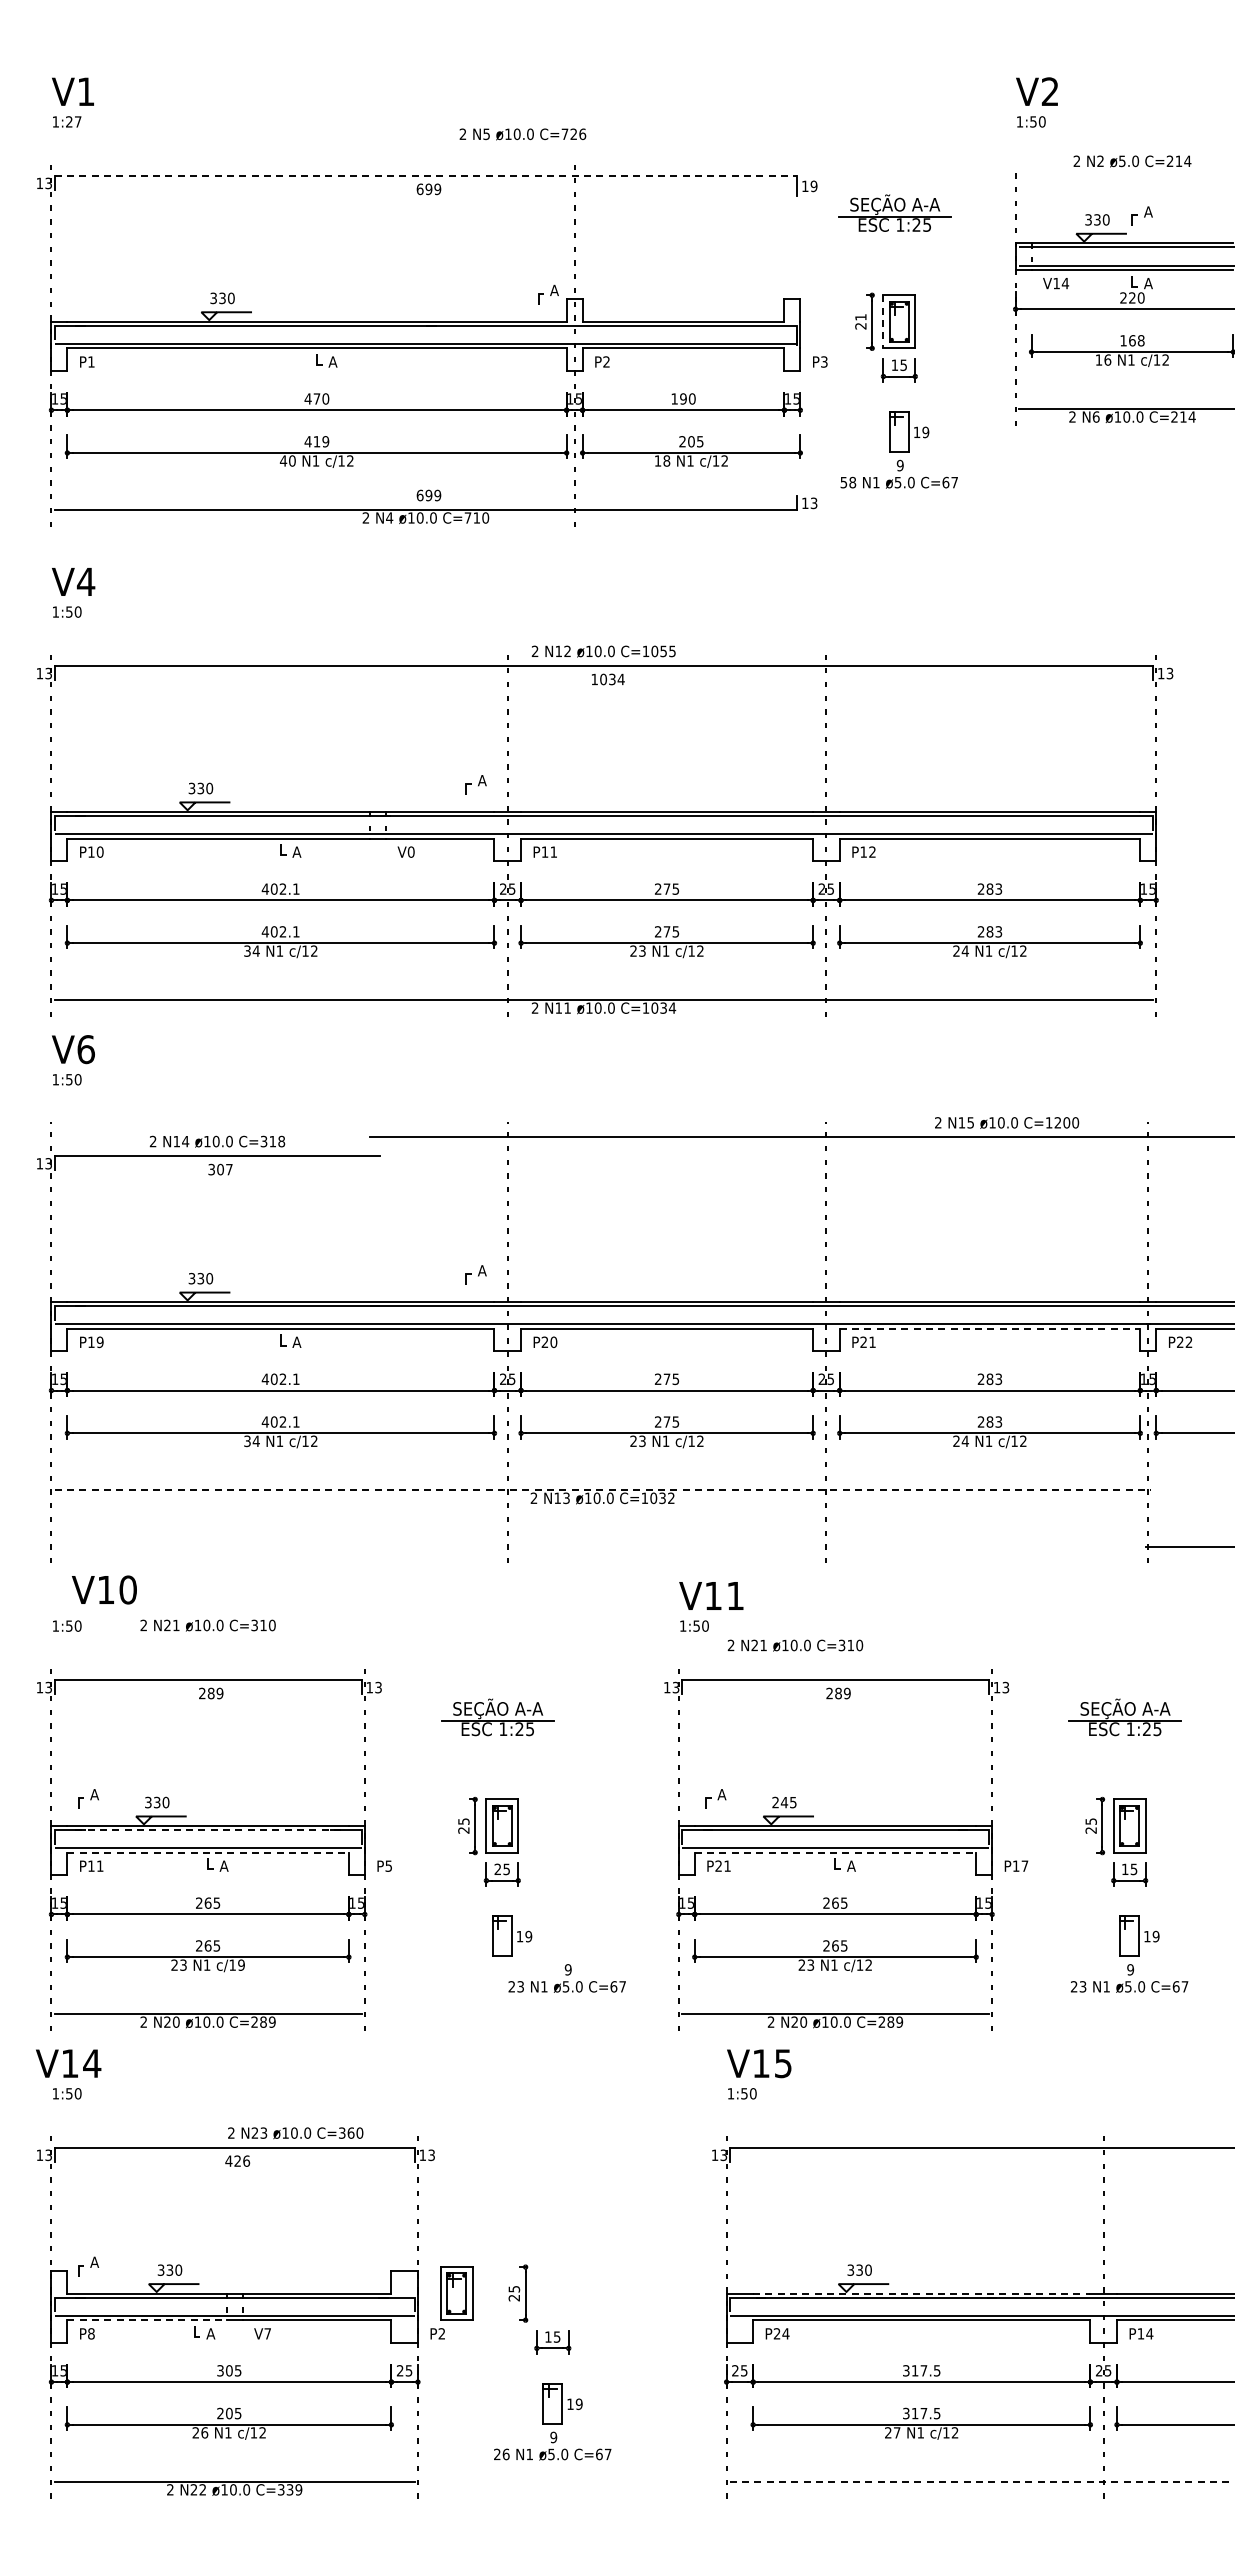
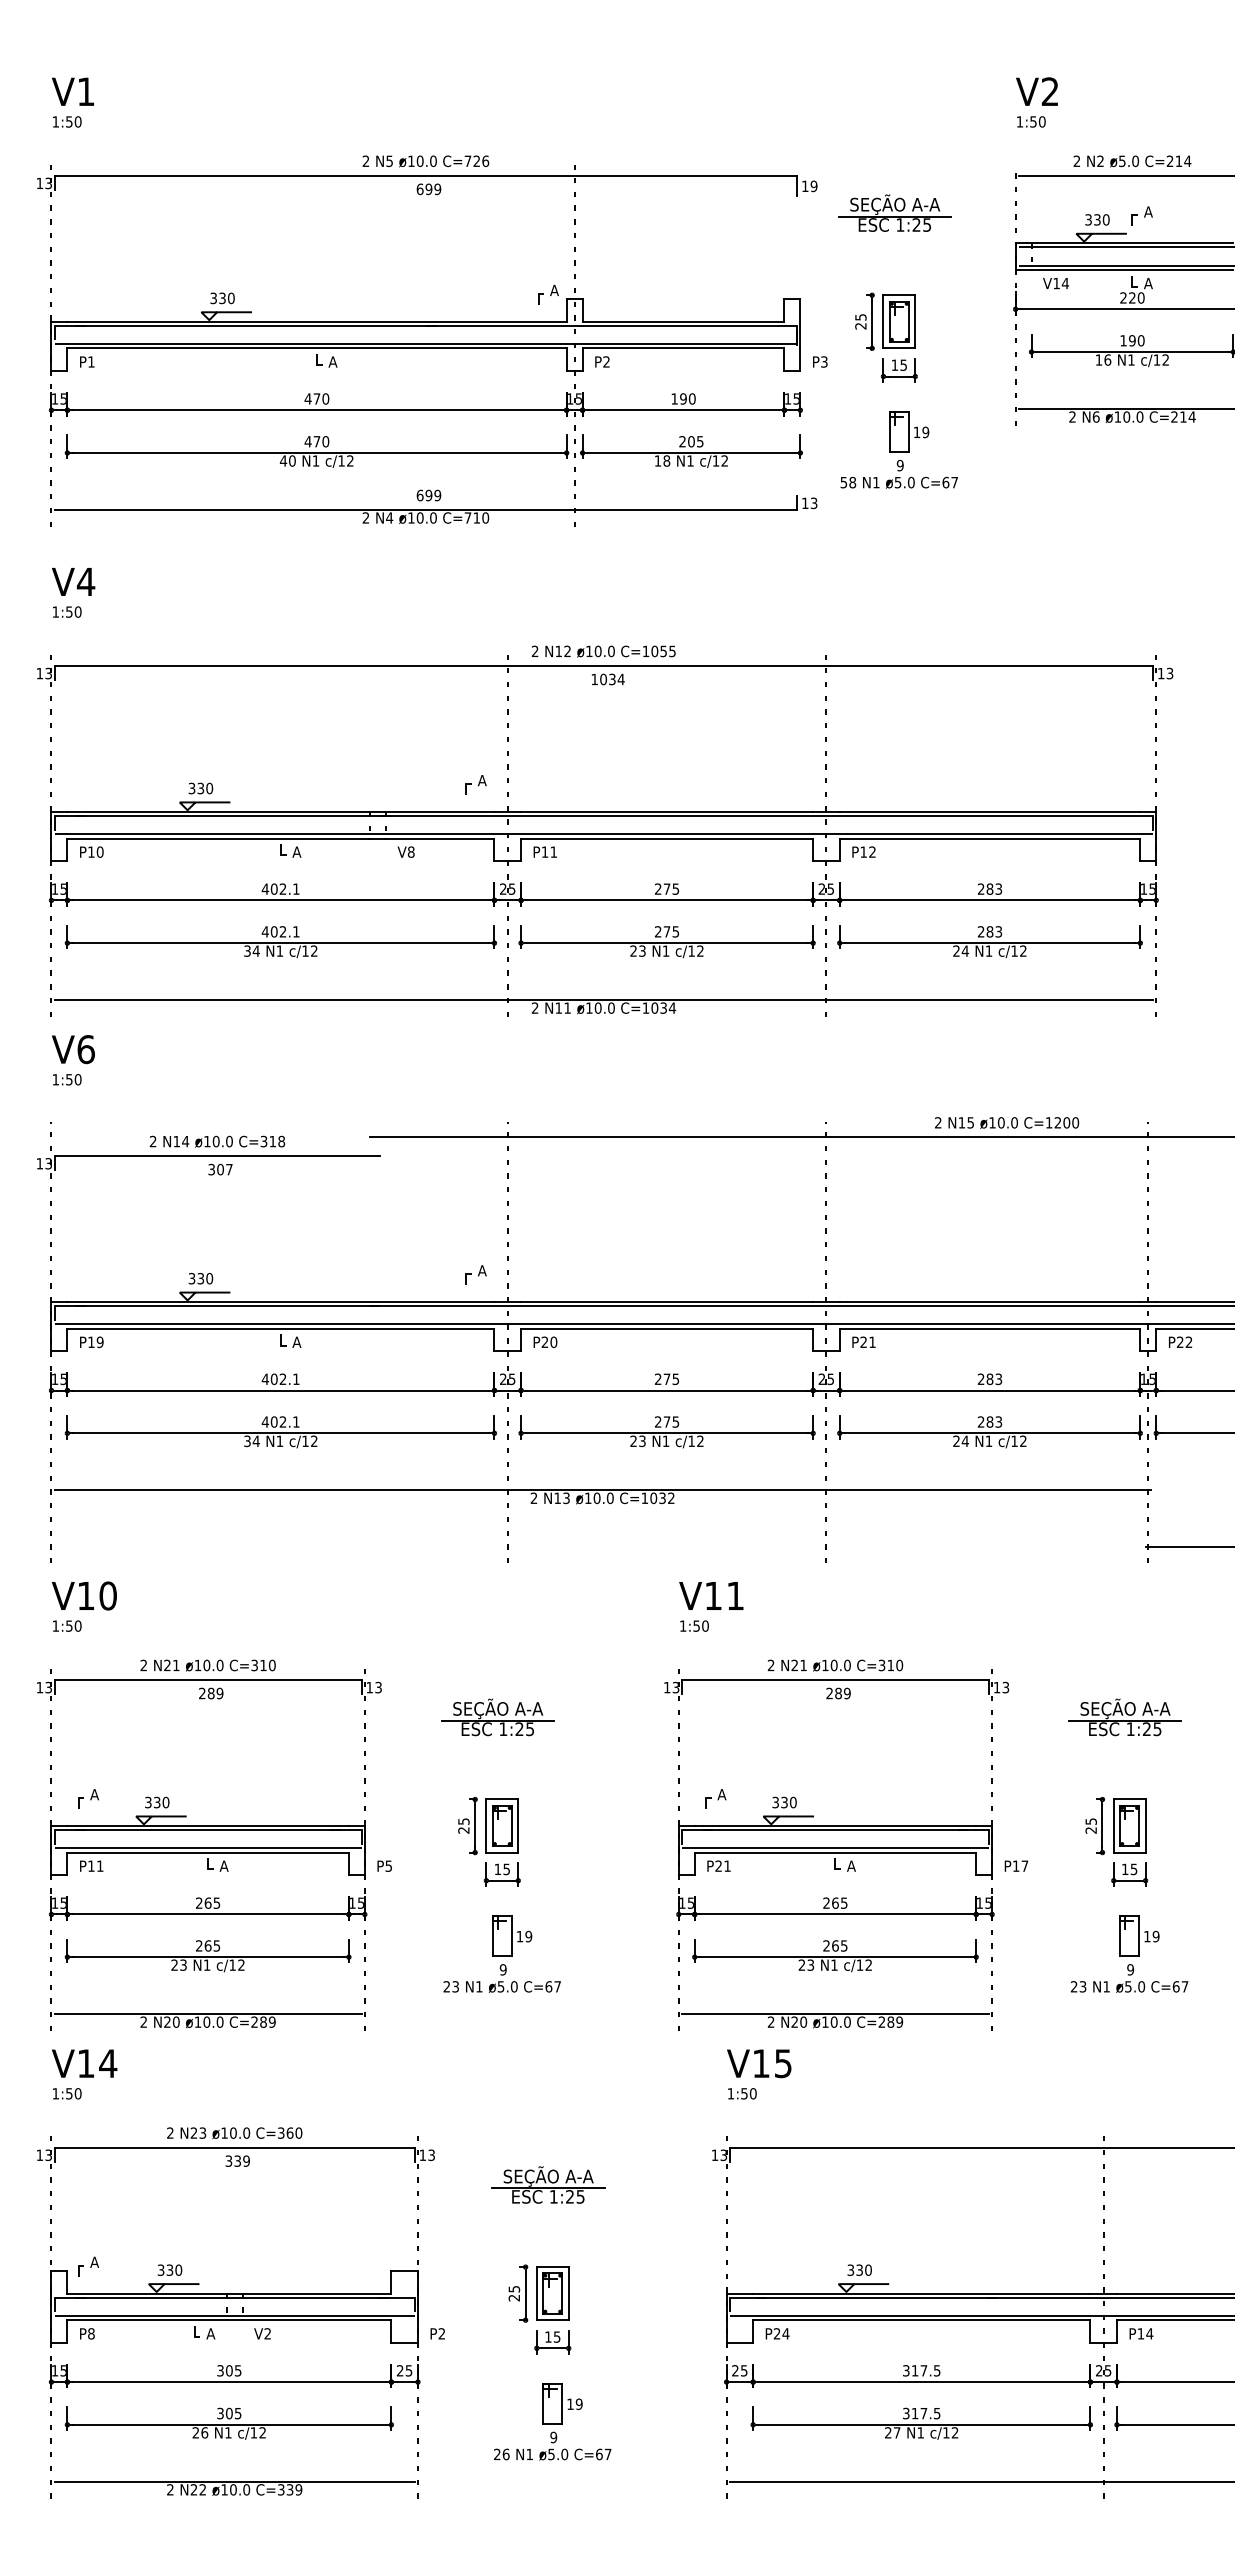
text at (73, 121): 1:27 -> 1:50
text at (522, 134) position: (522, 134) -> (425, 161)
line at (426, 175): dashed -> solid
line at (1124, 175): none -> present
text at (860, 317): 21 -> 25
line at (883, 321): dashed -> solid
text at (1136, 340): 168 -> 190
text at (321, 441): 419 -> 470
text at (410, 851): V0 -> V8
line at (990, 1328): dashed -> solid
line at (603, 1490): dashed -> solid
text at (104, 1589) position: (104, 1589) -> (84, 1595)
text at (207, 1625) position: (207, 1625) -> (207, 1665)
text at (795, 1645) position: (795, 1645) -> (835, 1665)
text at (784, 1802): 245 -> 330
line at (208, 1830): dashed -> solid
line at (208, 1852): dashed -> solid
line at (835, 1852): dashed -> solid
text at (497, 1868): 25 -> 15
text at (241, 1964): c/19 -> c/12
text at (566, 1978) position: (566, 1978) -> (501, 1978)
text at (68, 2063) position: (68, 2063) -> (84, 2063)
text at (295, 2133) position: (295, 2133) -> (234, 2133)
text at (237, 2160): 426 -> 339
part at (548, 2184): none -> present
part at (456, 2293) position: (456, 2293) -> (552, 2293)
line at (921, 2293): dashed -> solid
line at (147, 2320): dashed -> solid
text at (267, 2333): V7 -> V2
text at (220, 2413): 205 -> 305
line at (982, 2481): dashed -> solid
